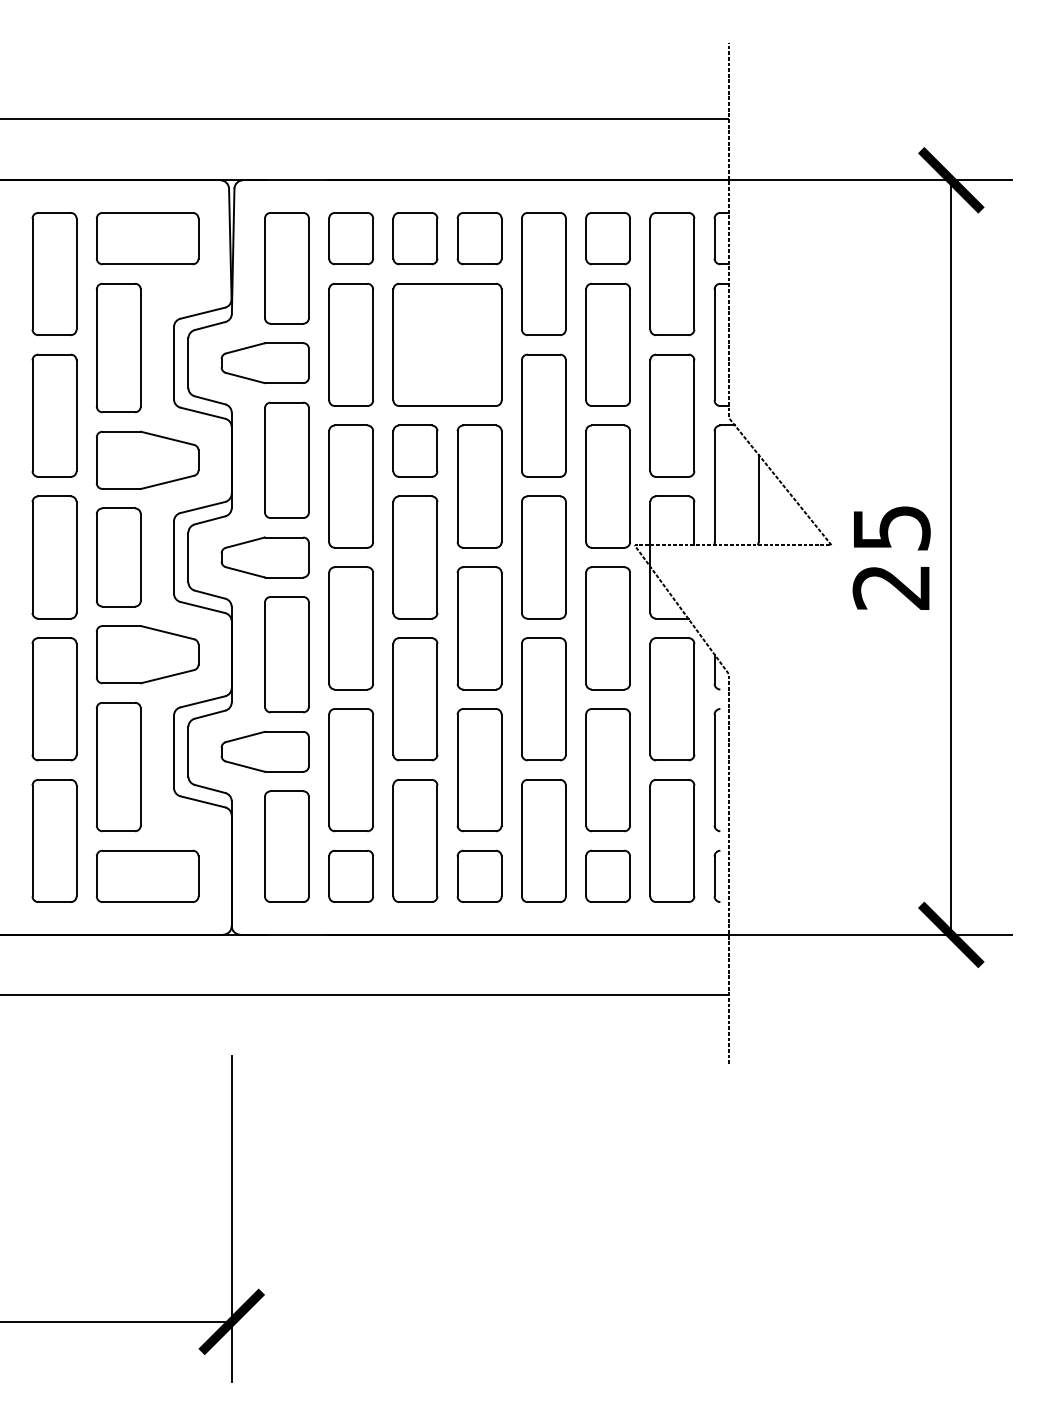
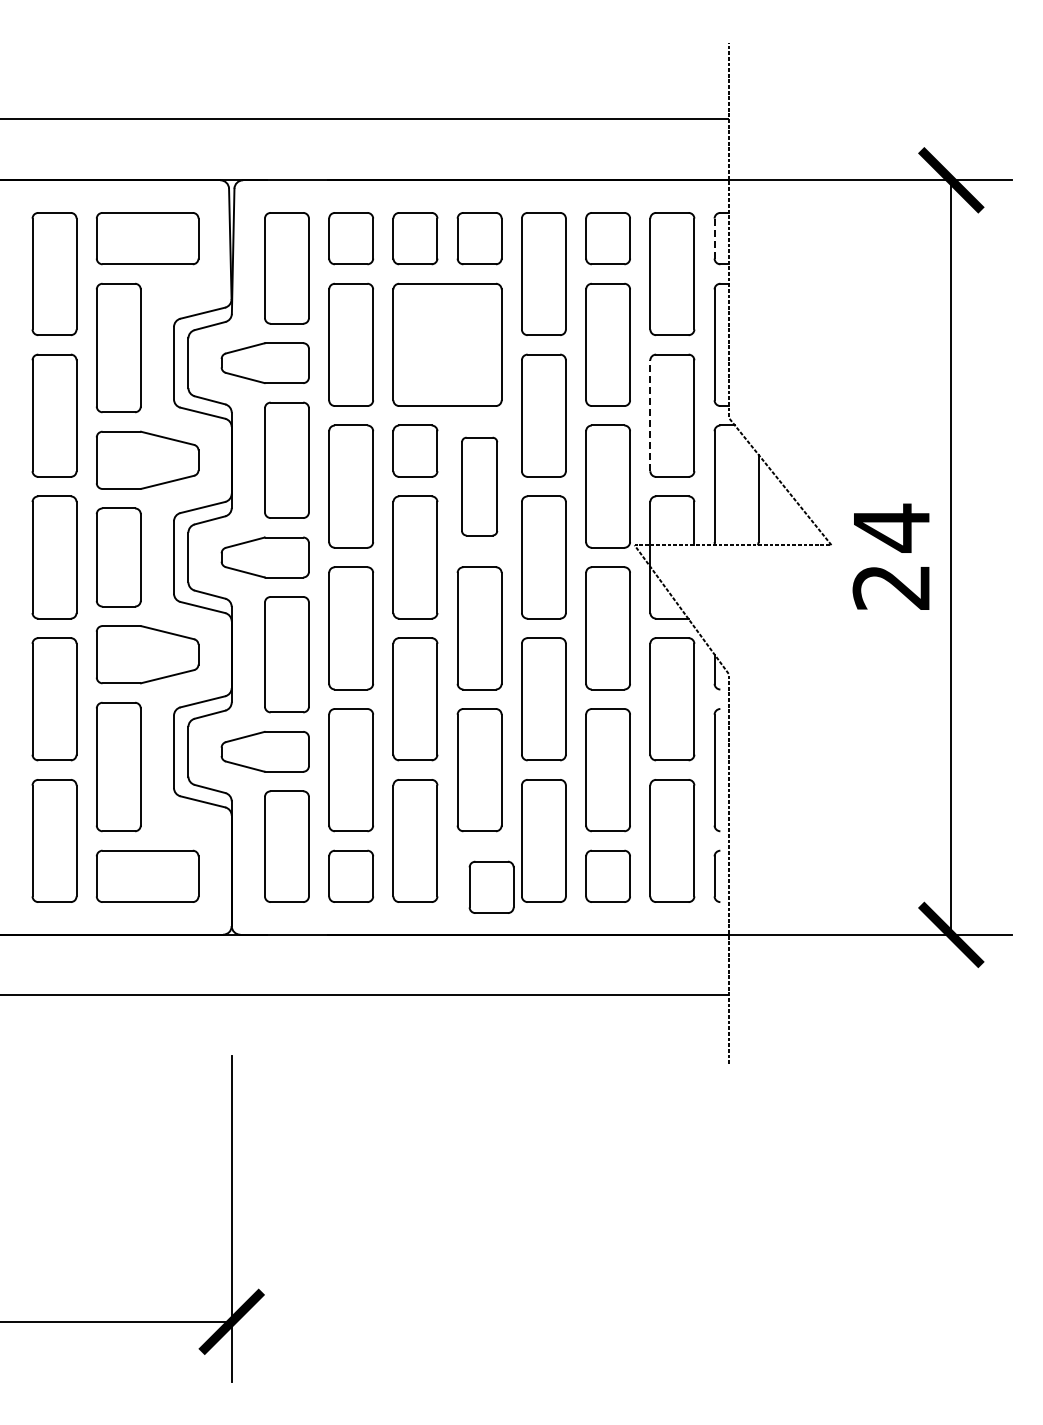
line at (714, 238): solid -> dashed
line at (650, 415): solid -> dashed
part at (479, 486) size: 47x125 px -> 38x101 px
text at (892, 527): 25 -> 24
part at (479, 875) position: (479, 875) -> (491, 886)
